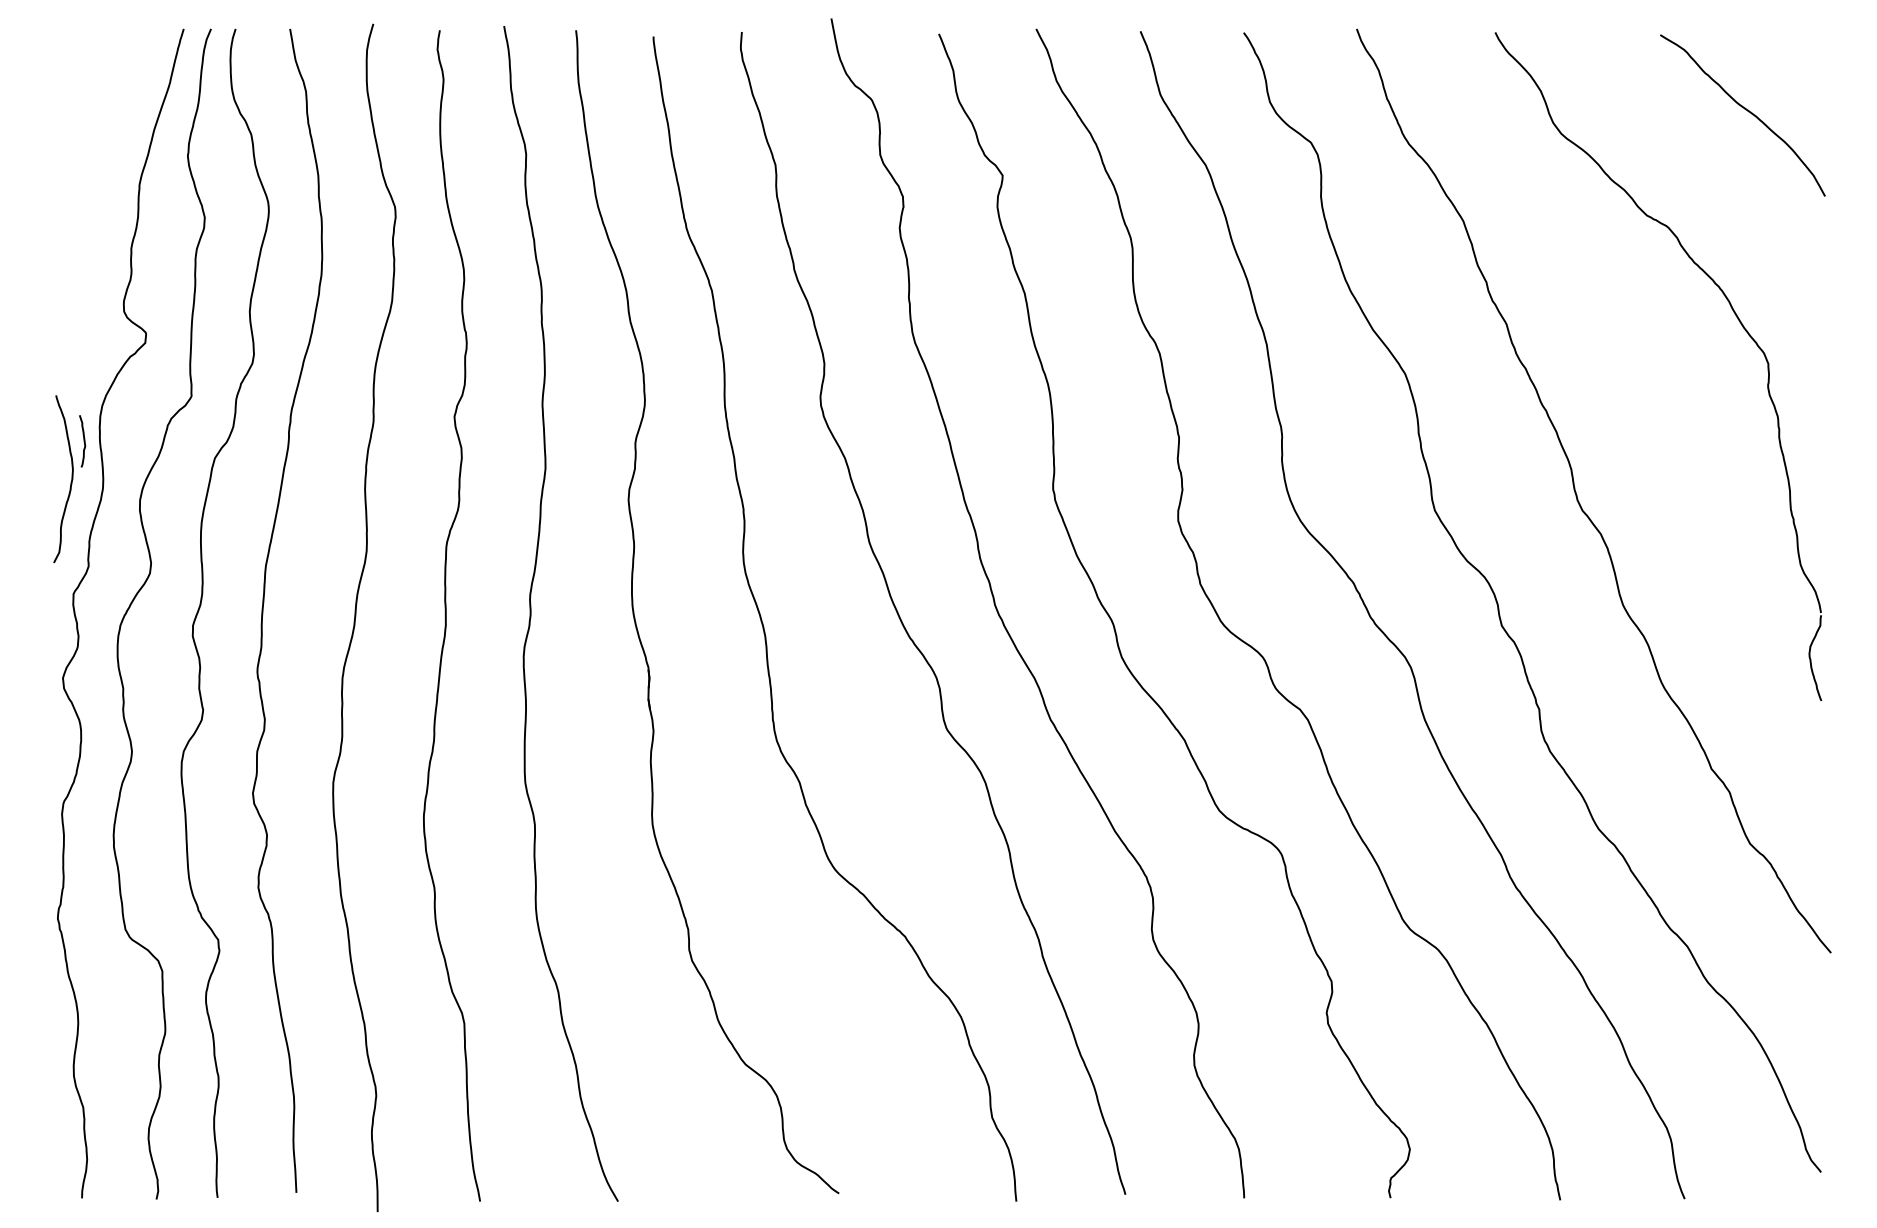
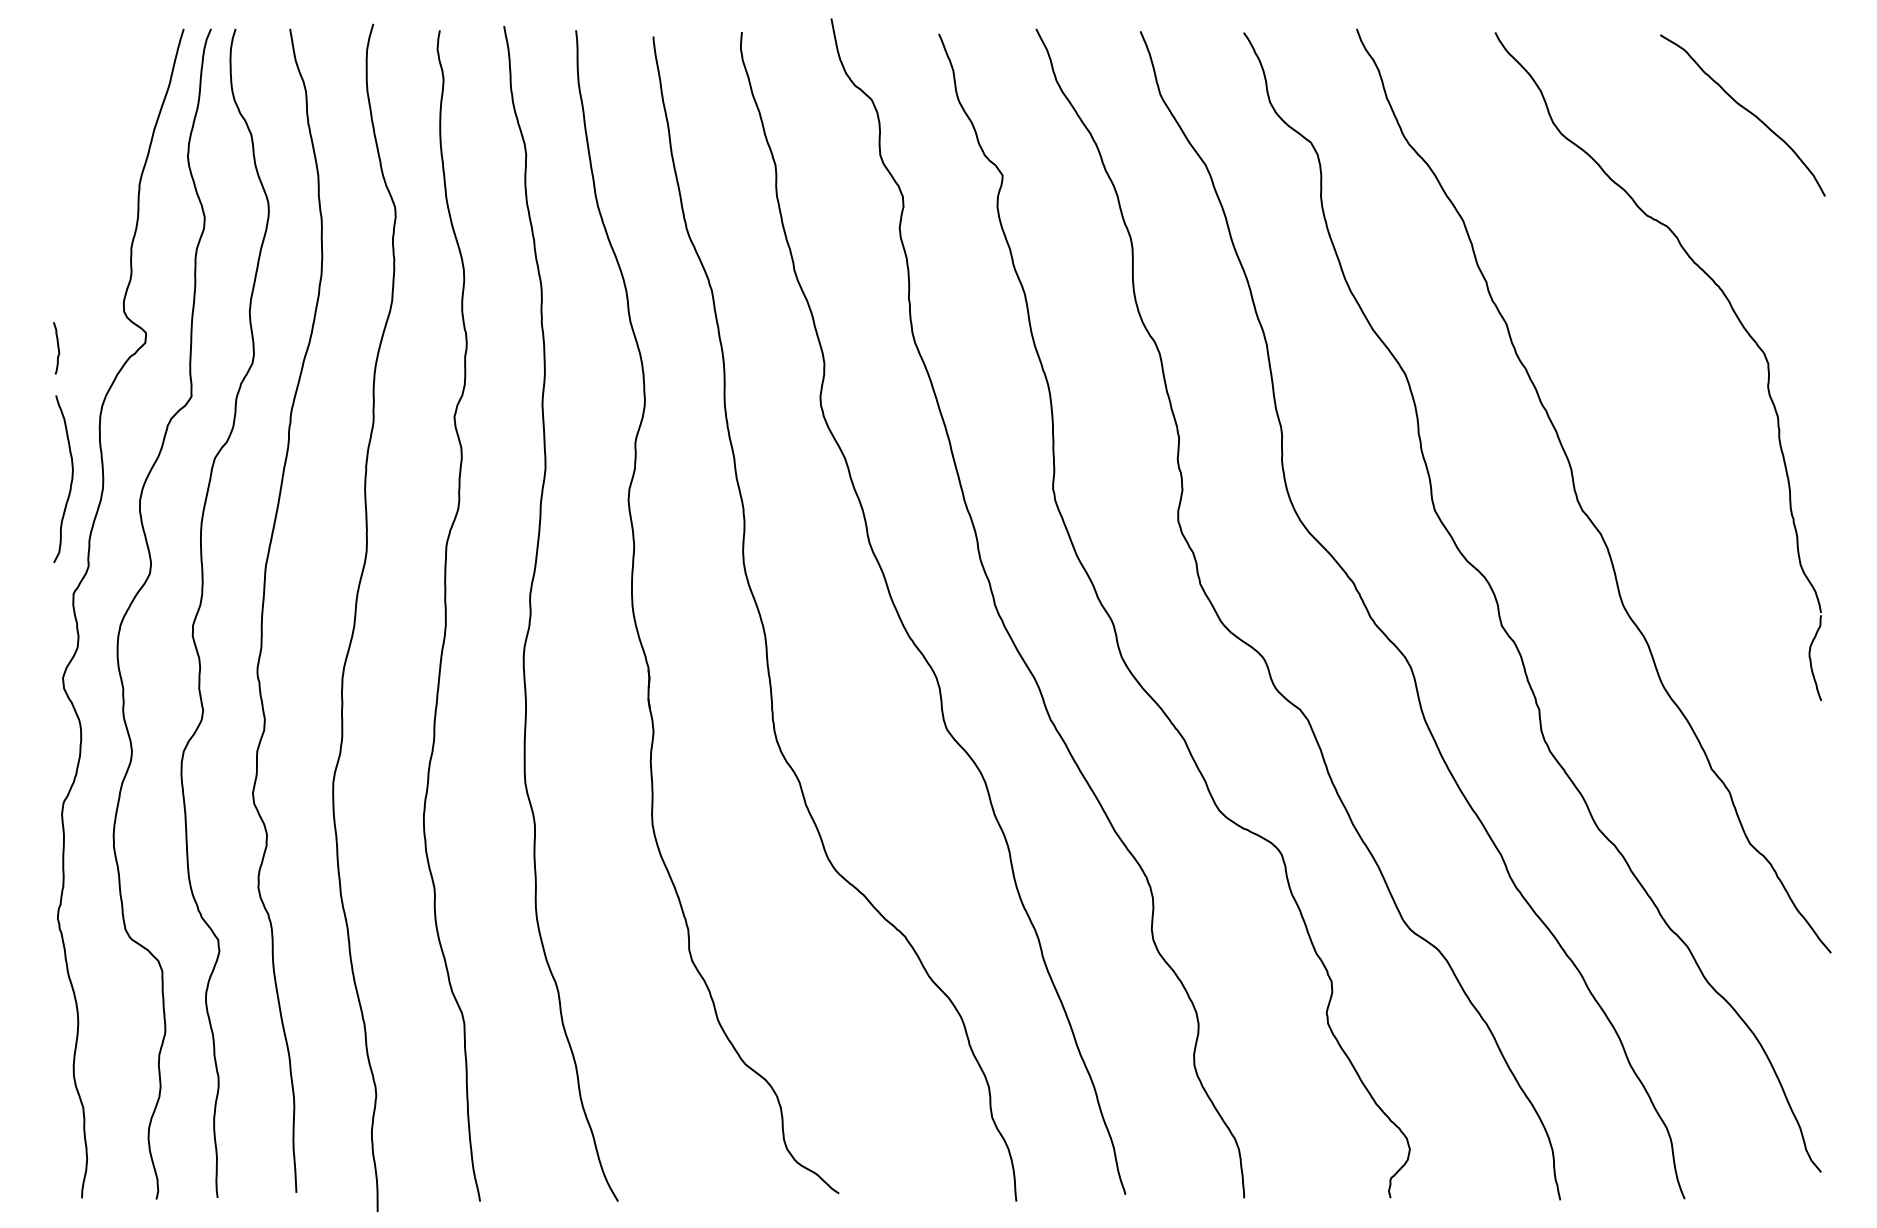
curve at (83, 441) position: (83, 441) -> (57, 348)
